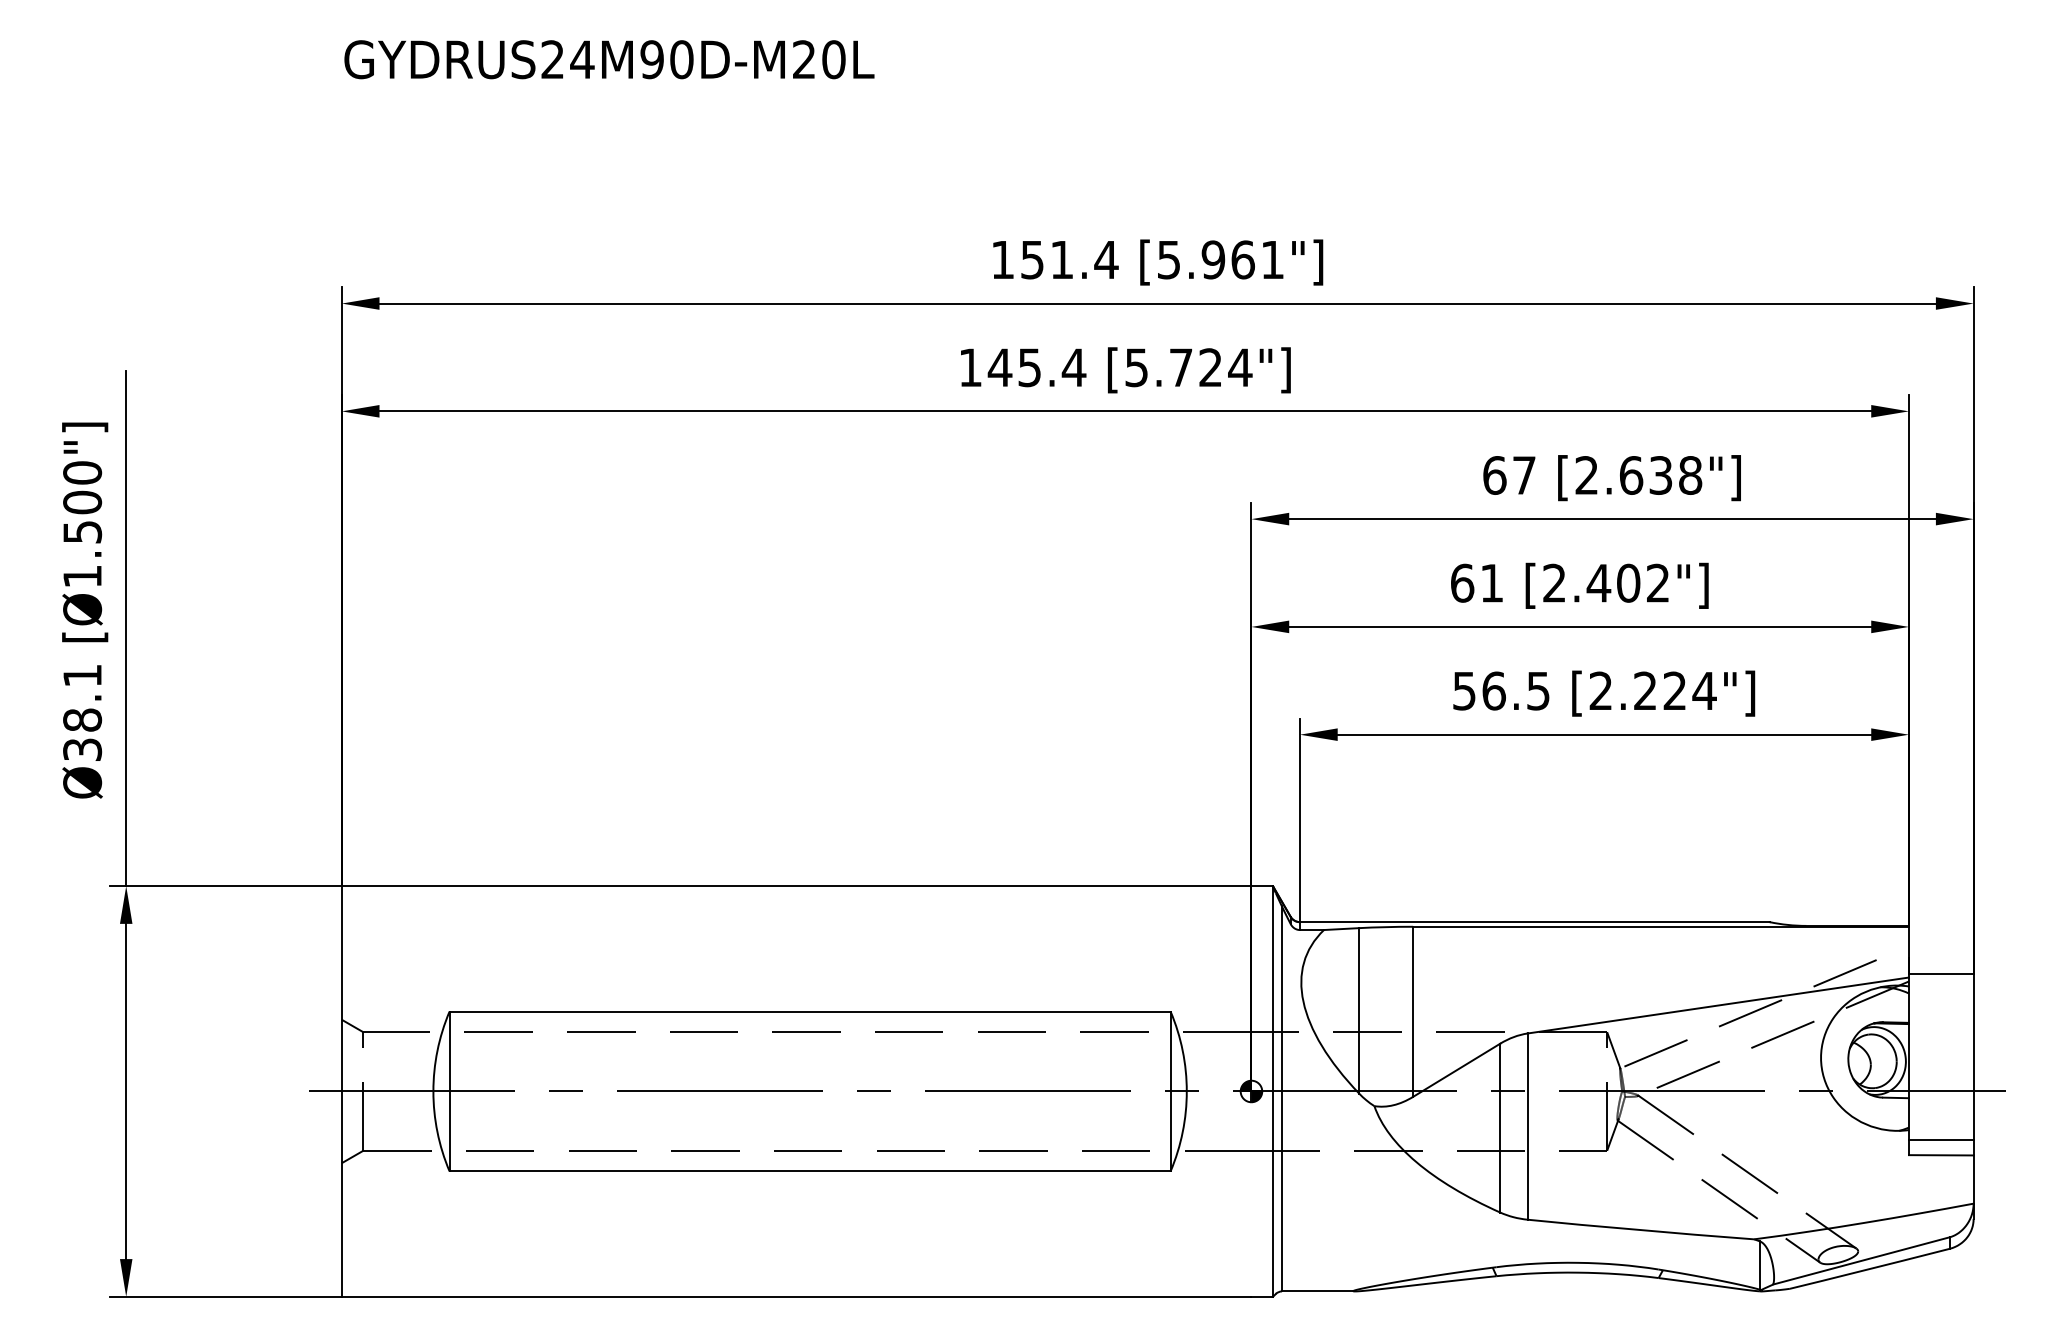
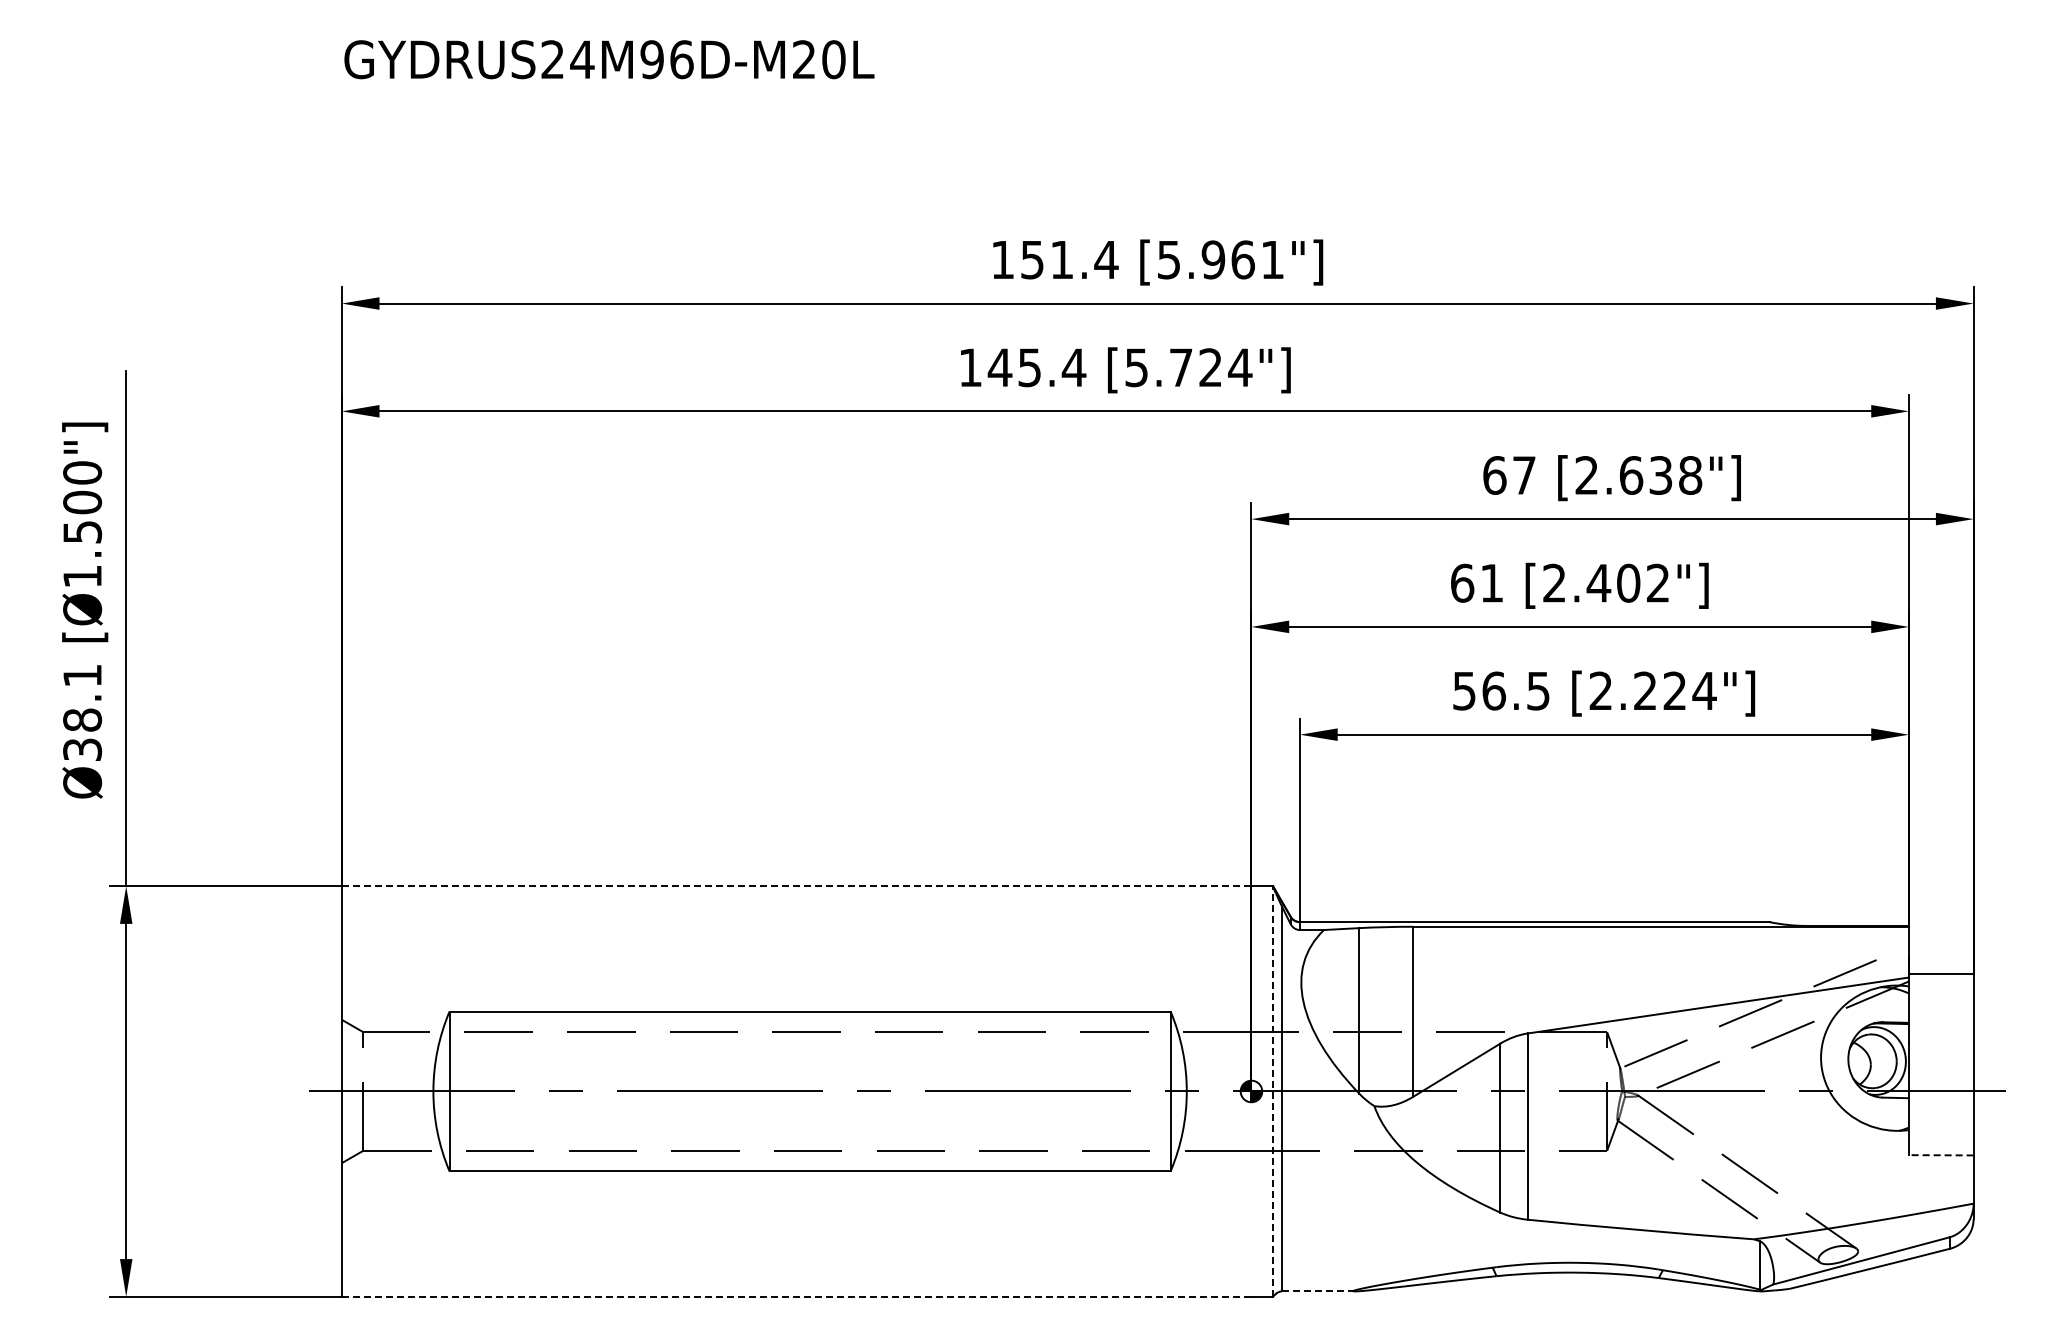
text at (681, 59): GYDRUS24M90D-M20L -> GYDRUS24M96D-M20L
line at (796, 886): solid -> dashed
line at (1273, 1091): solid -> dashed
line at (1940, 1139): present -> none
line at (1940, 1155): solid -> dashed
line at (1318, 1291): solid -> dashed
line at (796, 1296): solid -> dashed
